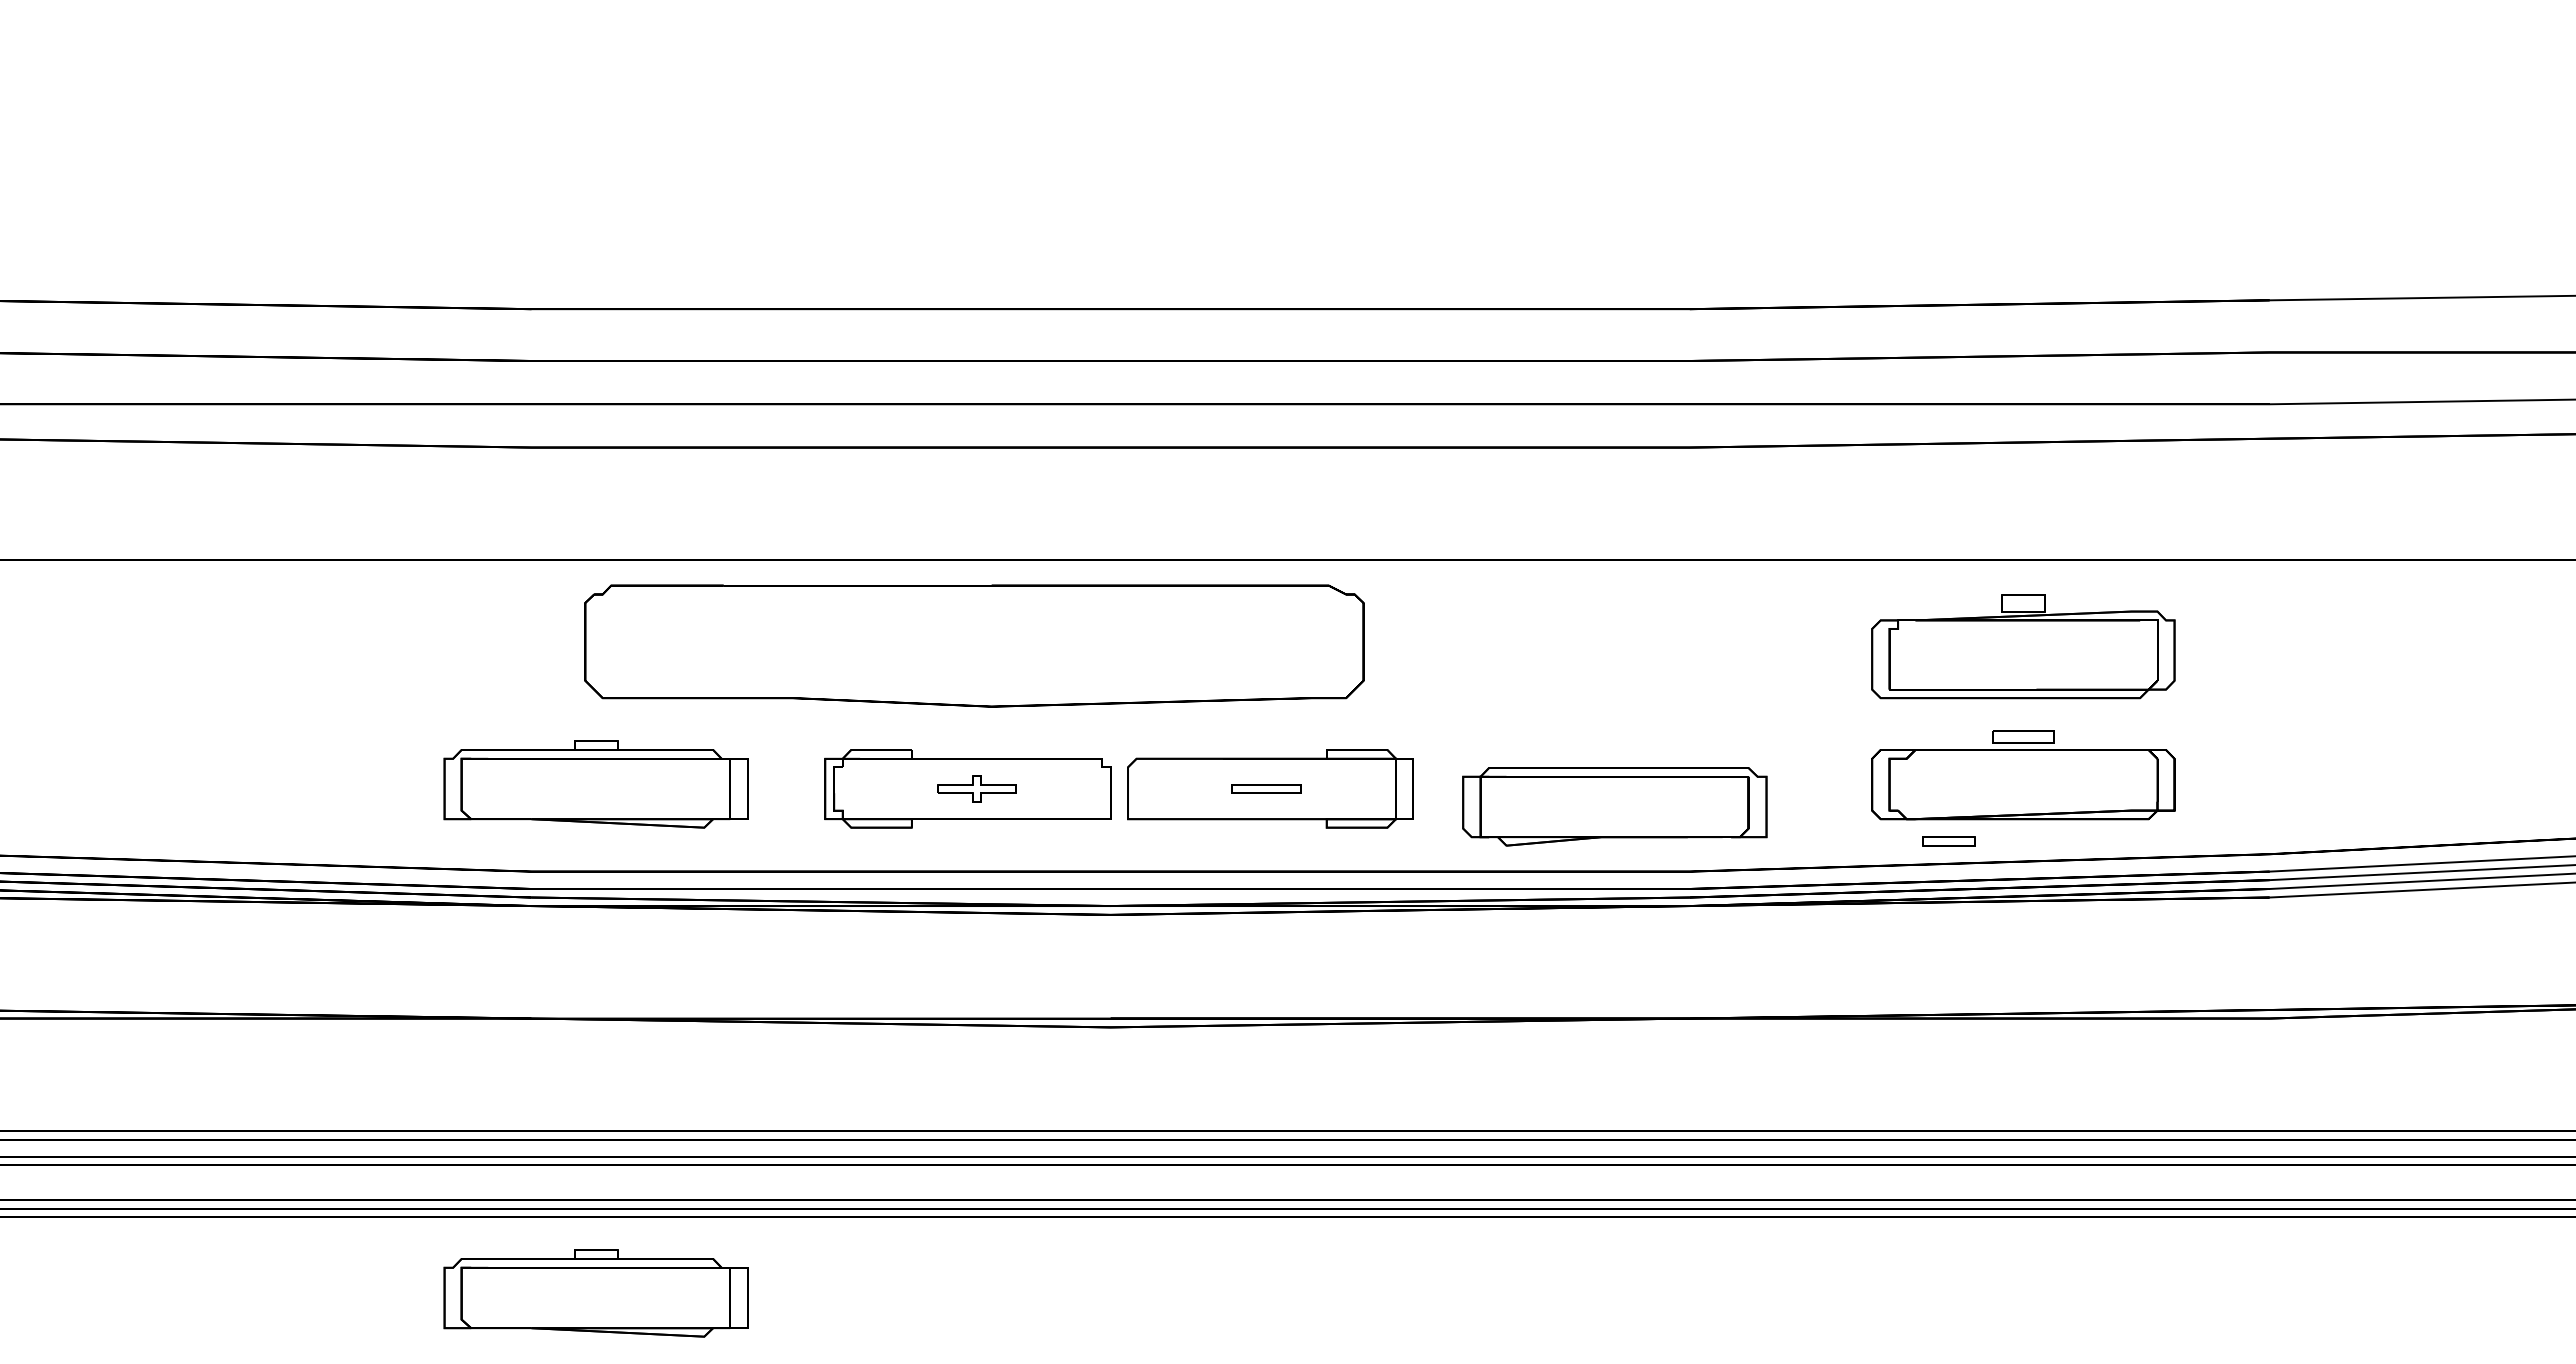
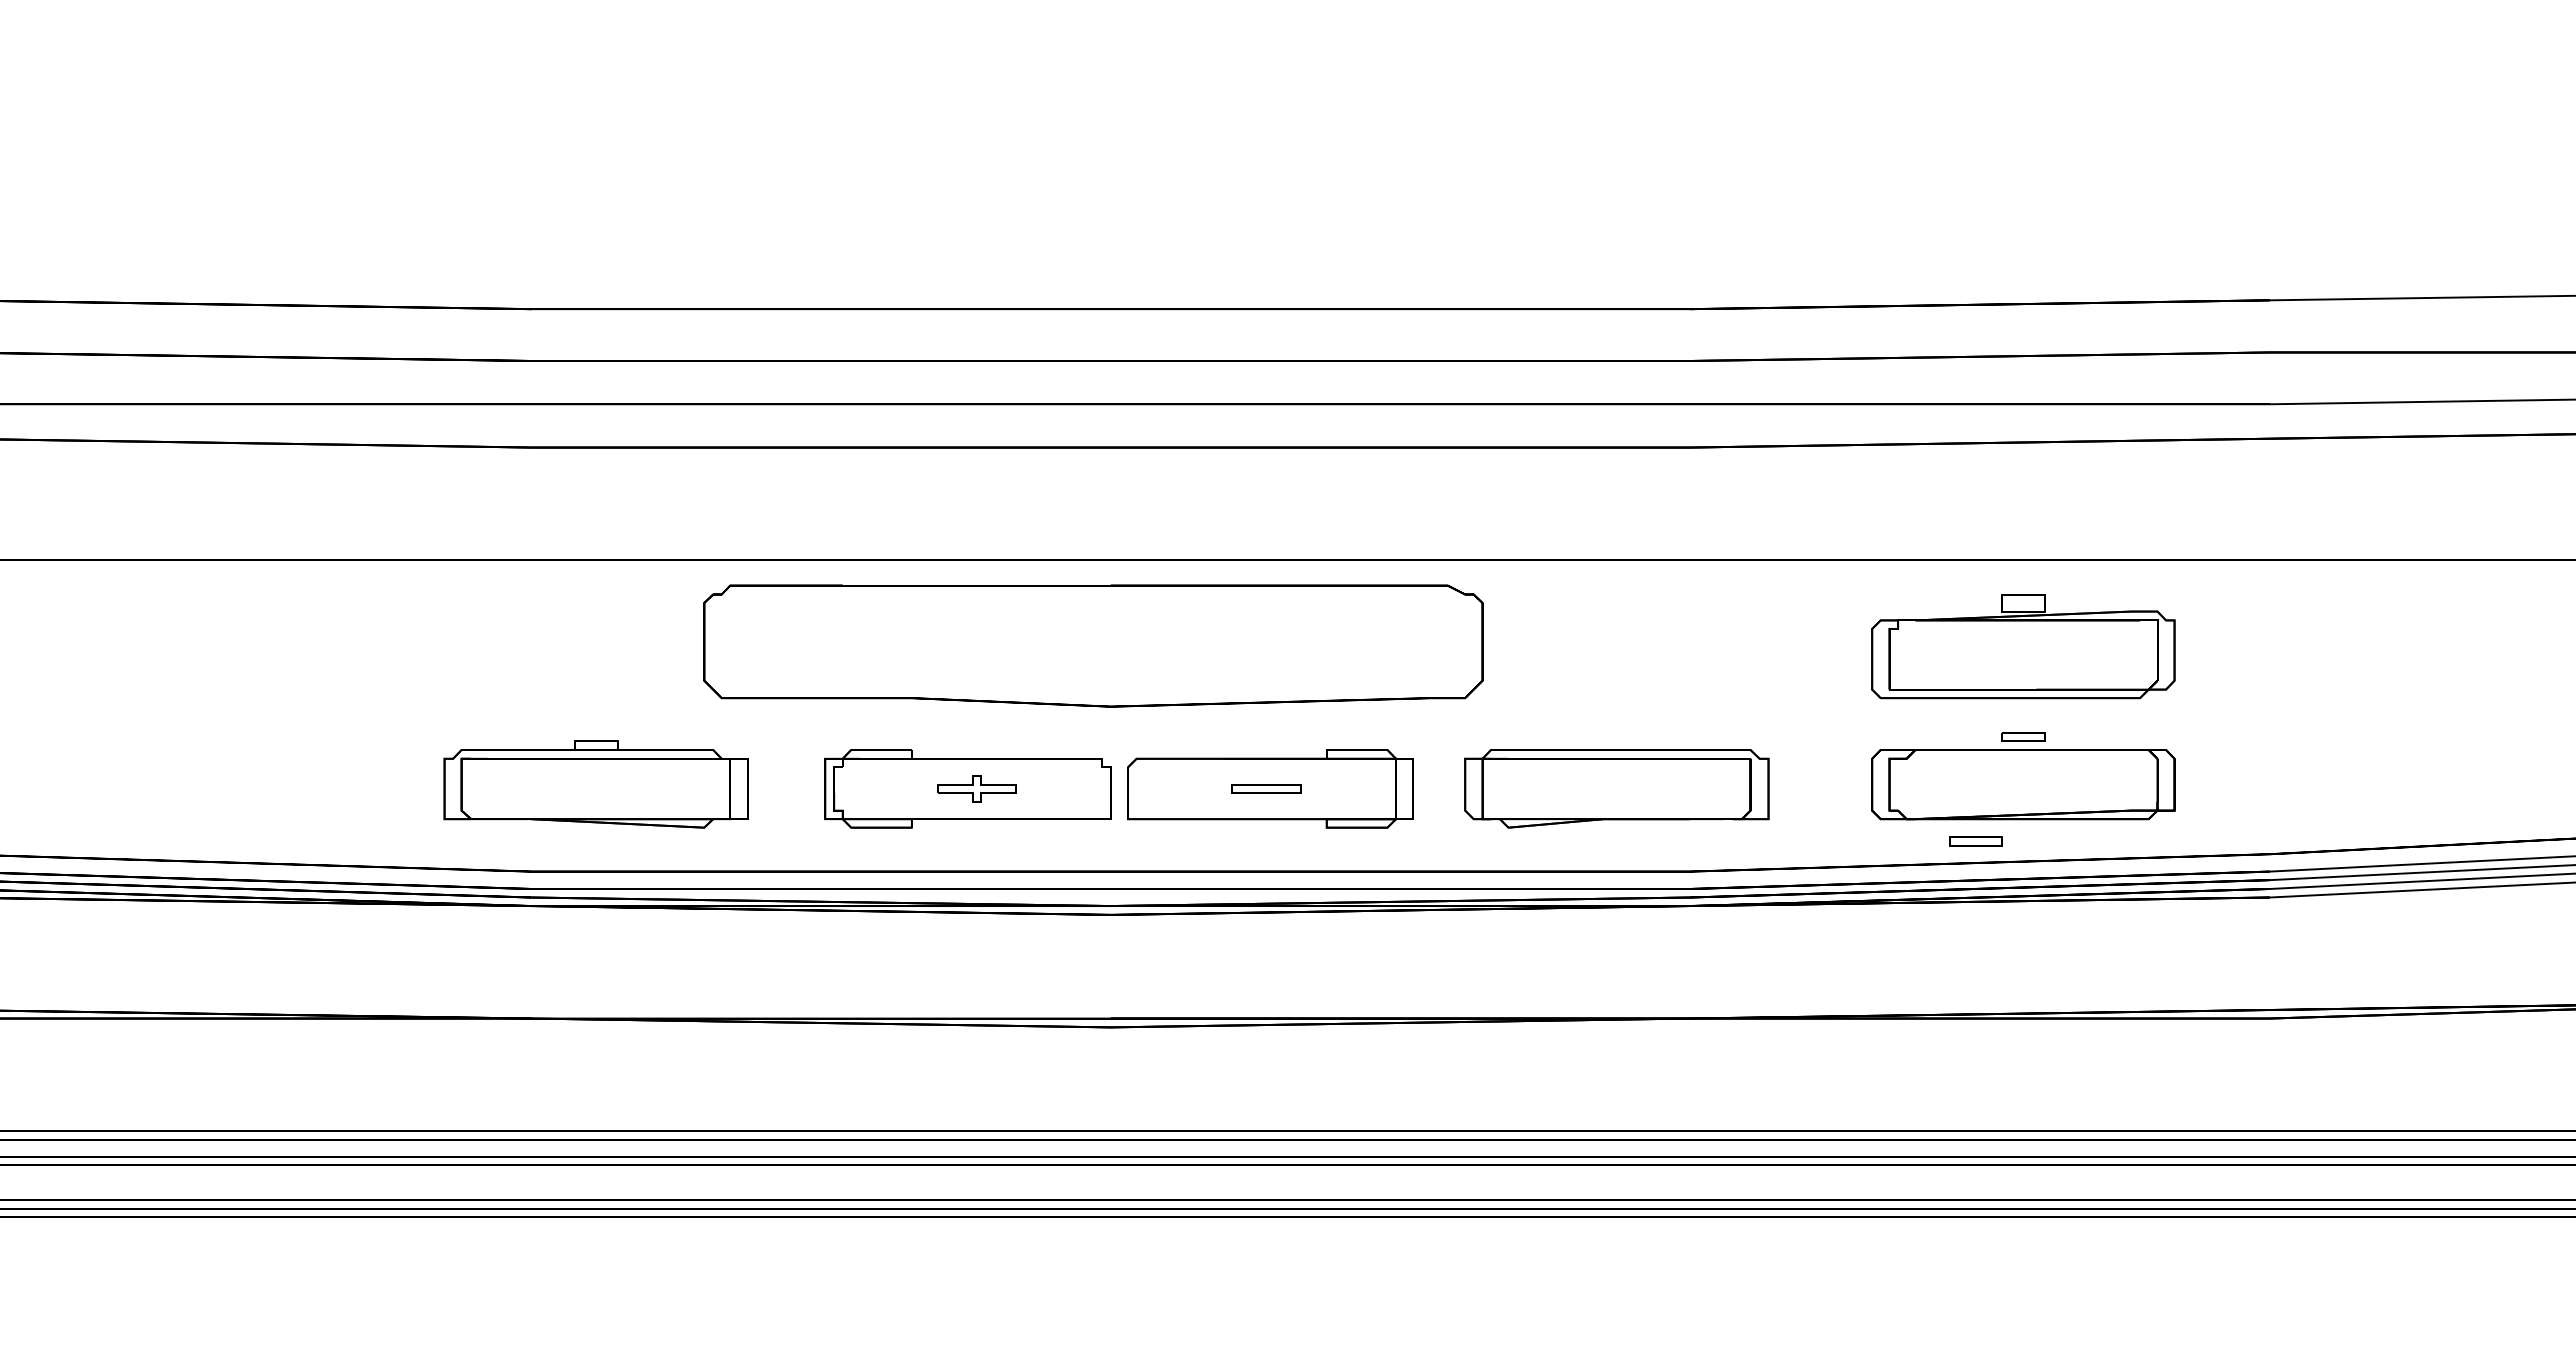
part at (974, 645) position: (974, 645) -> (1093, 645)
part at (2023, 736) size: 63x14 px -> 45x10 px
part at (1614, 806) position: (1614, 806) -> (1616, 788)
part at (1948, 841) position: (1948, 841) -> (1975, 841)
part at (595, 1293): present -> none
